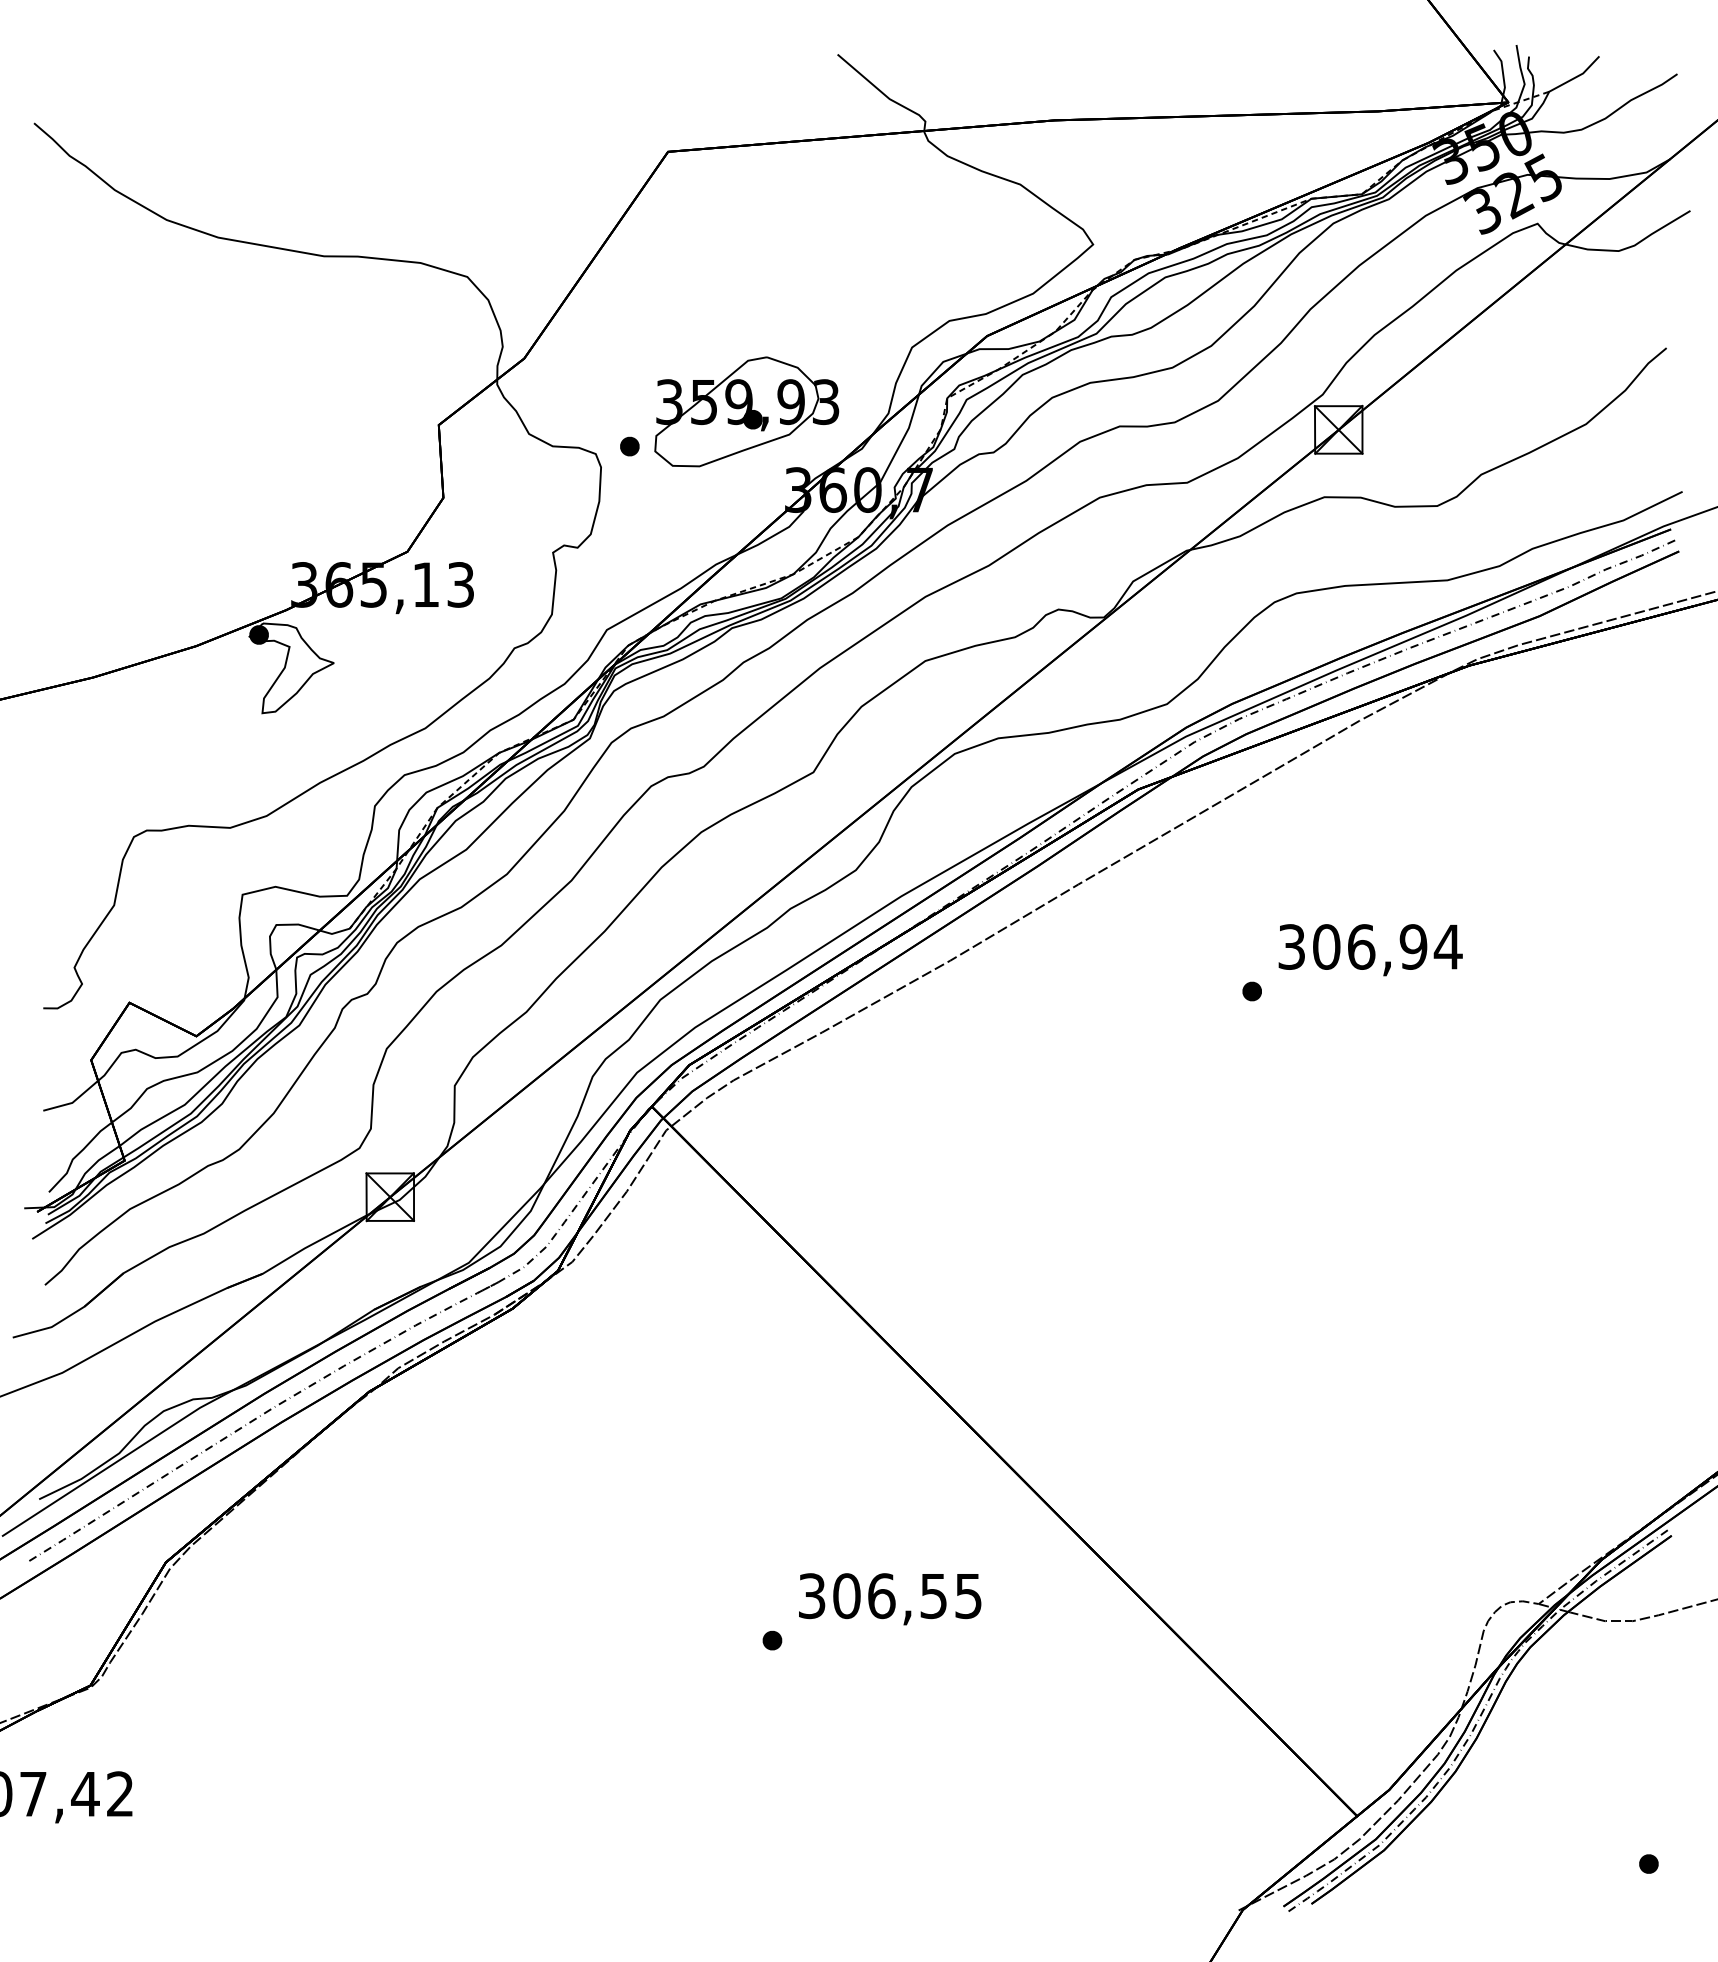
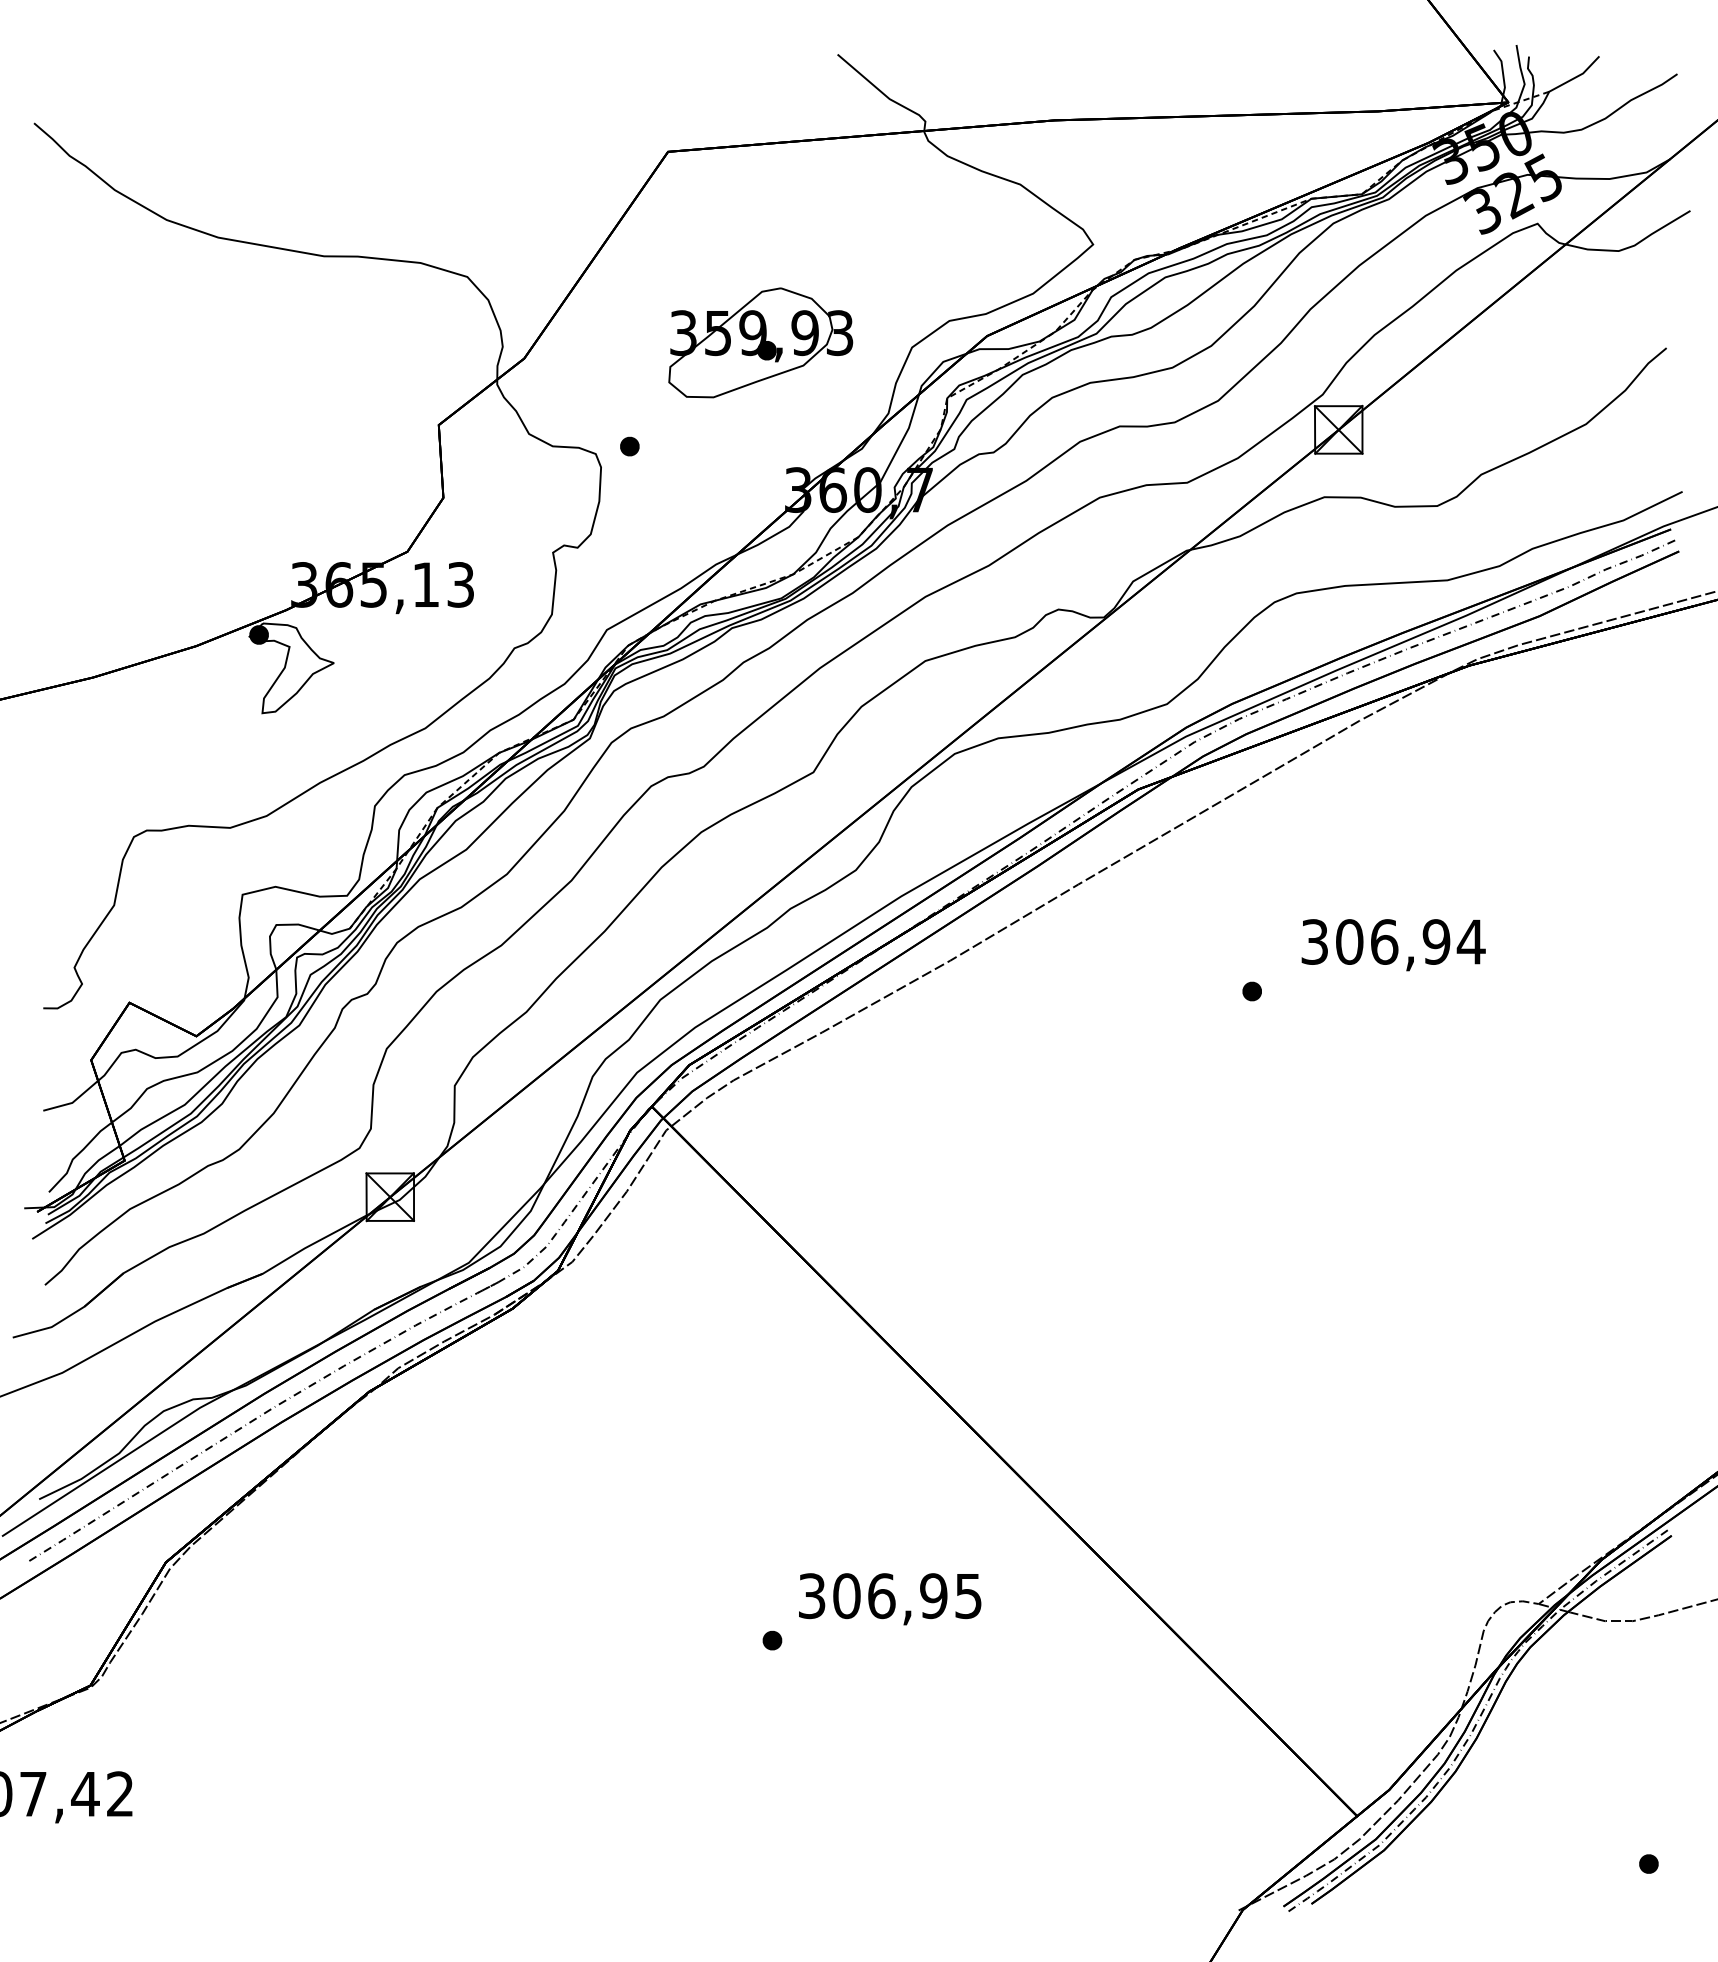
part at (746, 411) position: (746, 411) -> (760, 342)
text at (1370, 950) position: (1370, 950) -> (1393, 945)
text at (933, 1595): 306,55 -> 306,95
